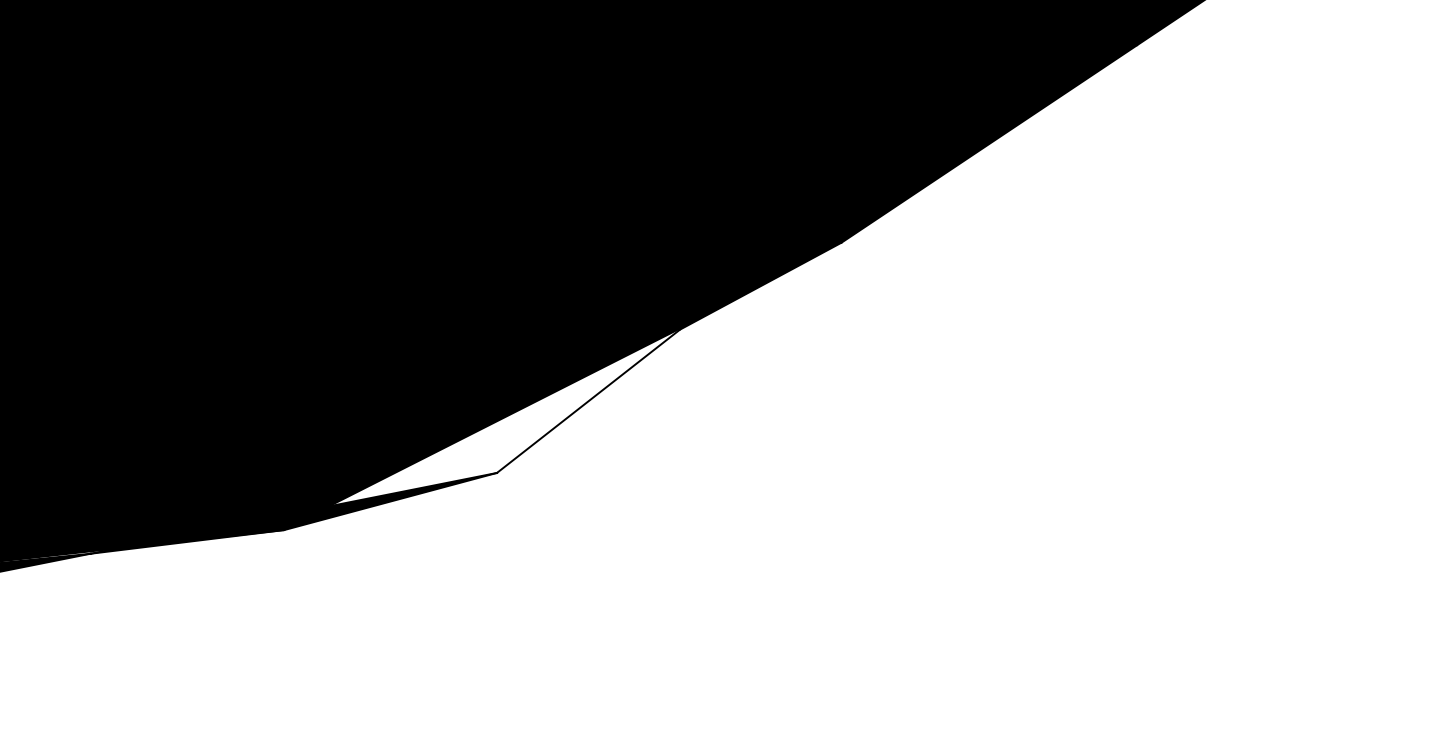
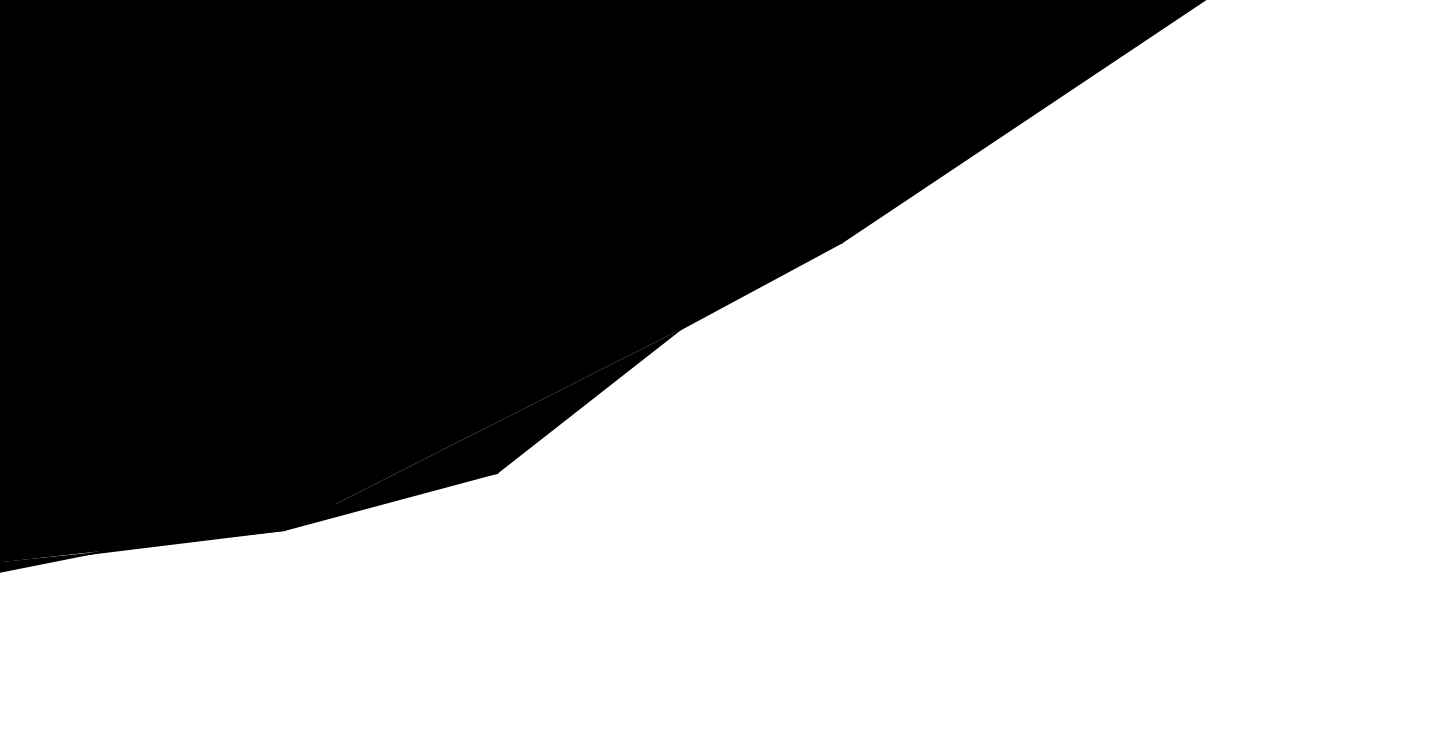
fill at (481, 429): none -> present
